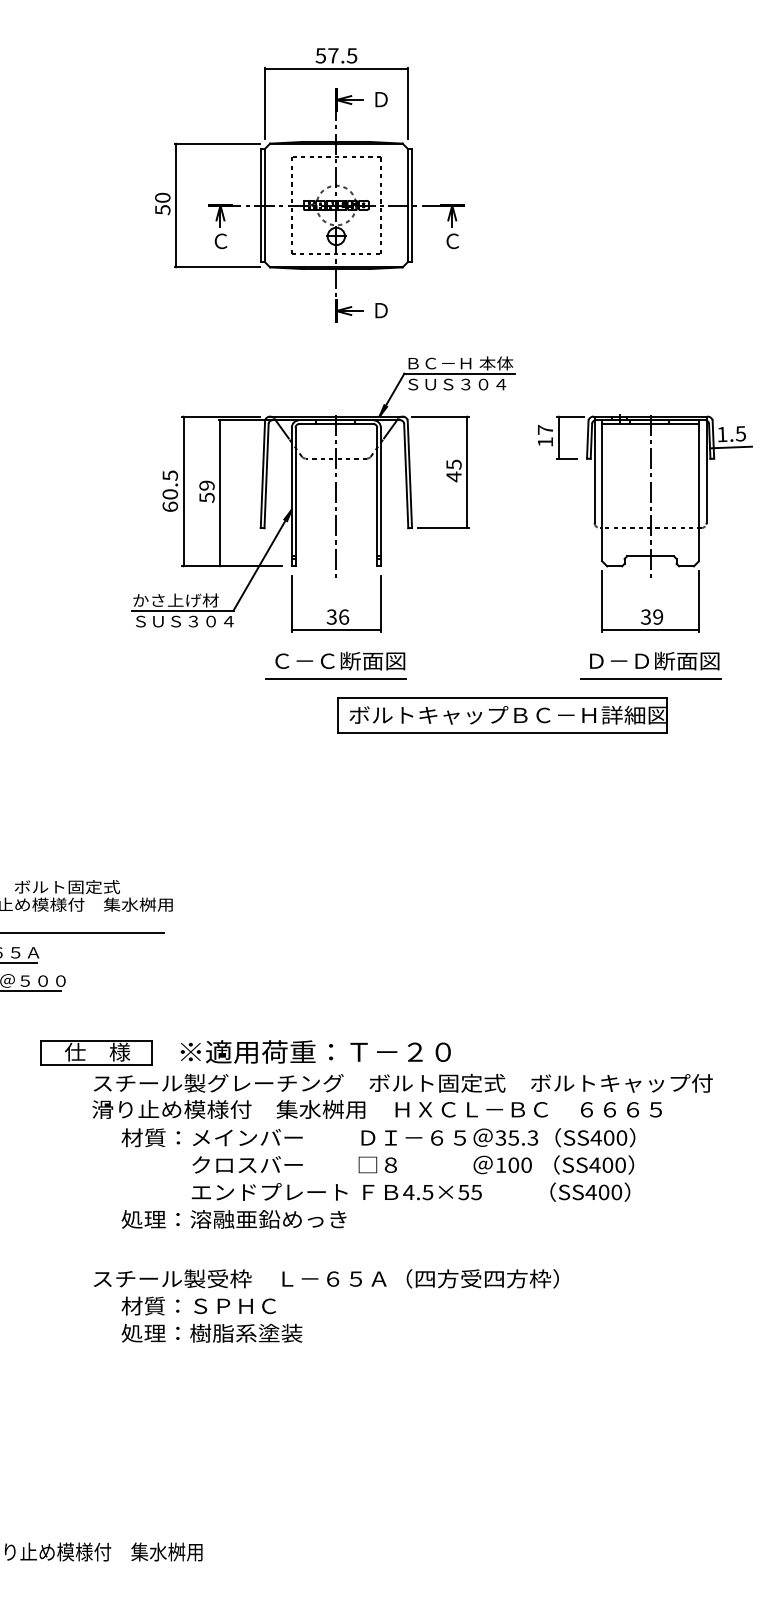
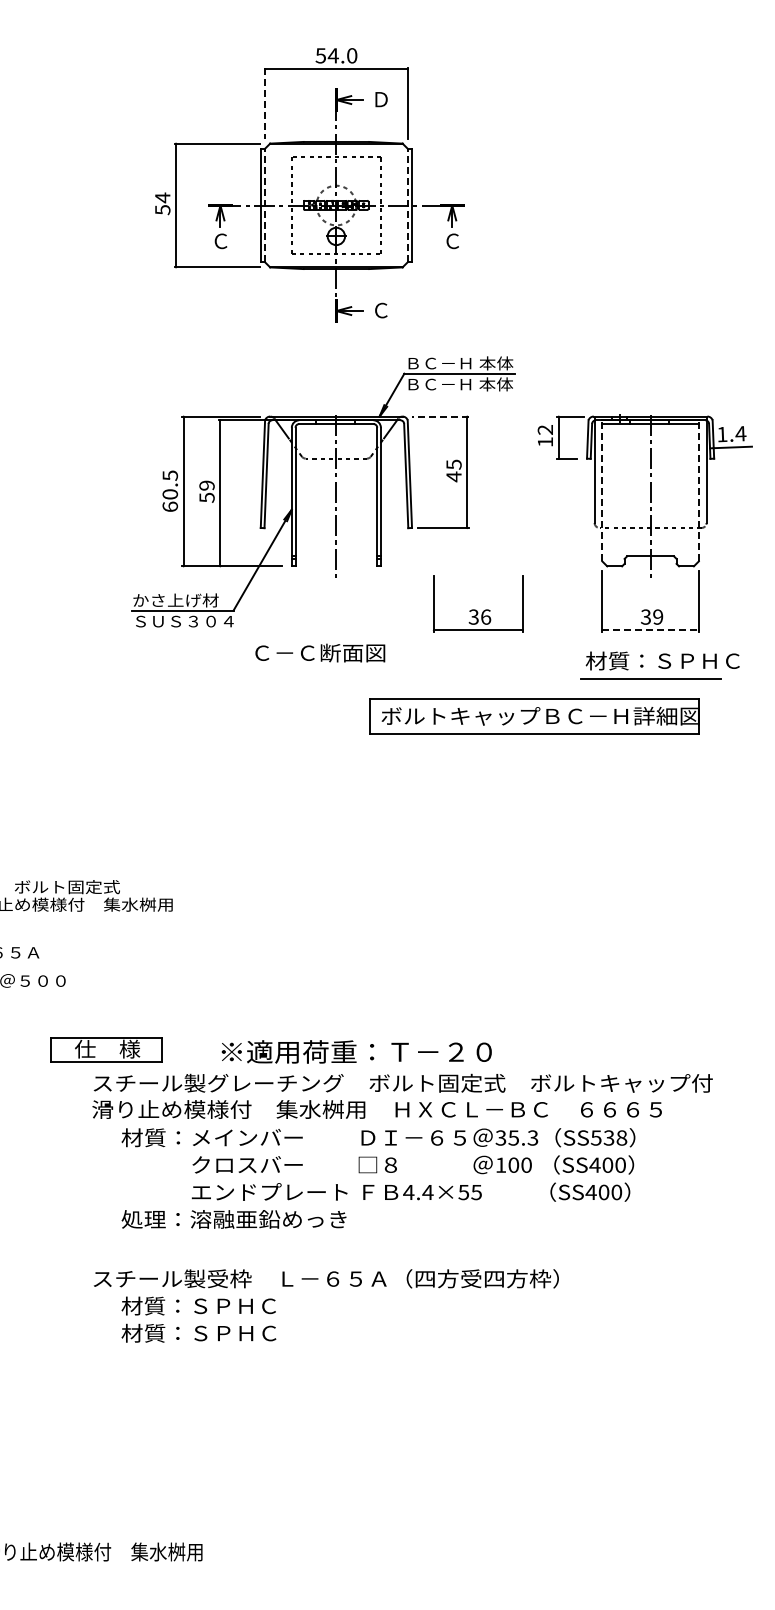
text at (342, 55): 57.5 -> 54.0
line at (265, 103): solid -> dashed
text at (162, 197): 50 -> 54
line at (265, 205): solid -> dashed
line at (407, 205): solid -> dashed
text at (381, 310): Ｄ -> Ｃ
text at (460, 384): ＳＵＳ３０４ -> ＢＣ－Ｈ 本体
line at (440, 416): solid -> dashed
text at (544, 429): 17 -> 12
text at (740, 433): 1.5 -> 1.4
line at (602, 490): solid -> dashed
line at (698, 490): solid -> dashed
part at (333, 609) position: (333, 609) -> (475, 609)
line at (651, 630): solid -> dashed
text at (340, 660) position: (340, 660) -> (320, 652)
text at (662, 660): Ｄ－Ｄ断面図 -> 材質：ＳＰＨＣ
line at (336, 679): present -> none
part at (502, 715) position: (502, 715) -> (534, 716)
line at (83, 932): present -> none
line at (19, 962): present -> none
line at (31, 991): present -> none
text at (315, 1051) position: (315, 1051) -> (356, 1051)
part at (96, 1052) position: (96, 1052) -> (106, 1049)
text at (608, 1137): SS400 -> SS538
text at (427, 1192): 4.5×55 -> 4.4×55
text at (211, 1332): 処理：樹脂系塗装 -> 材質：ＳＰＨＣ
